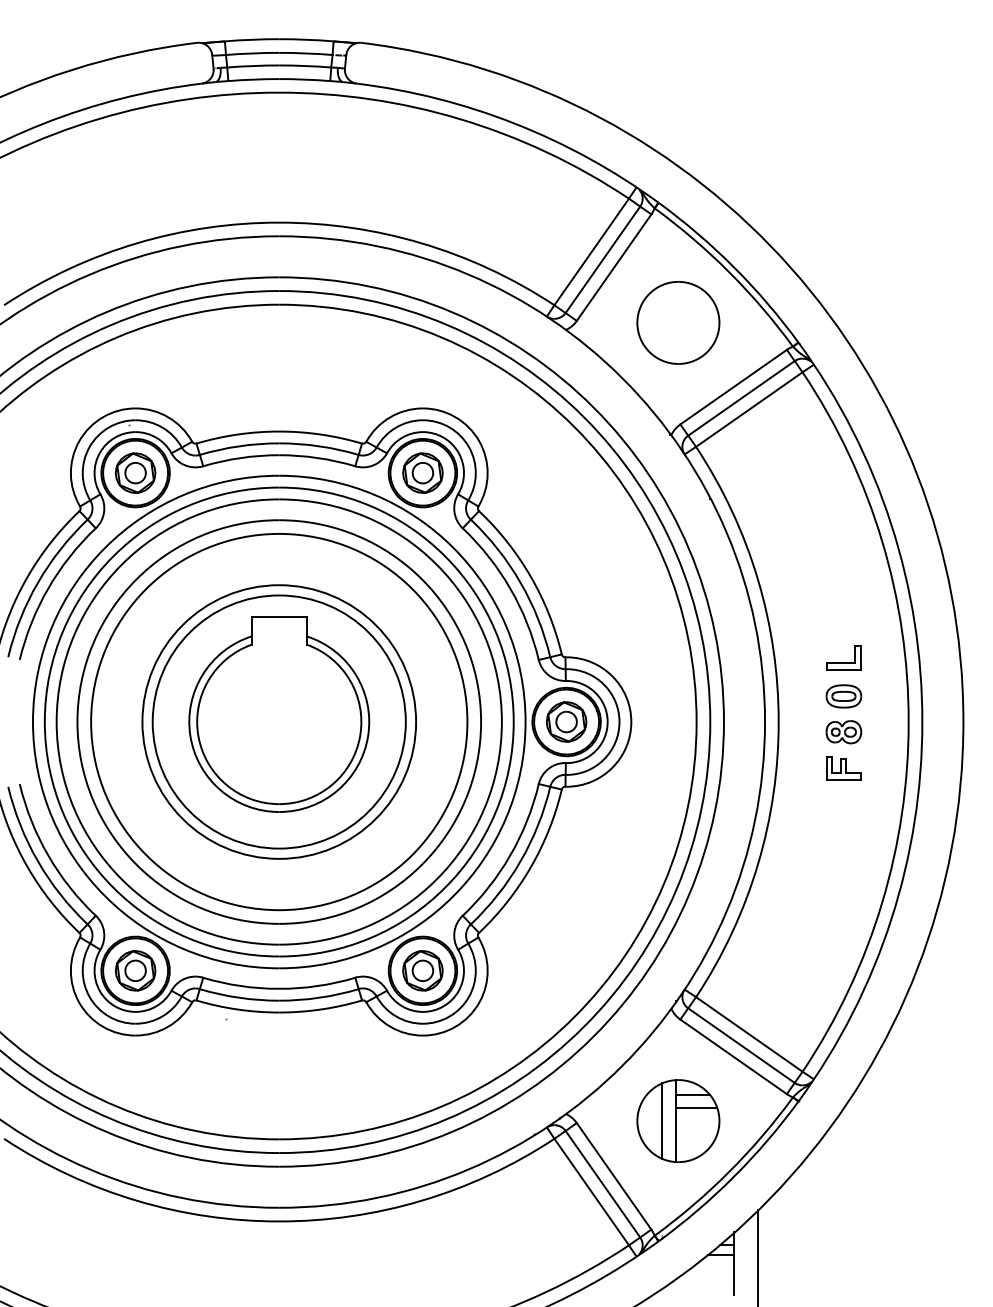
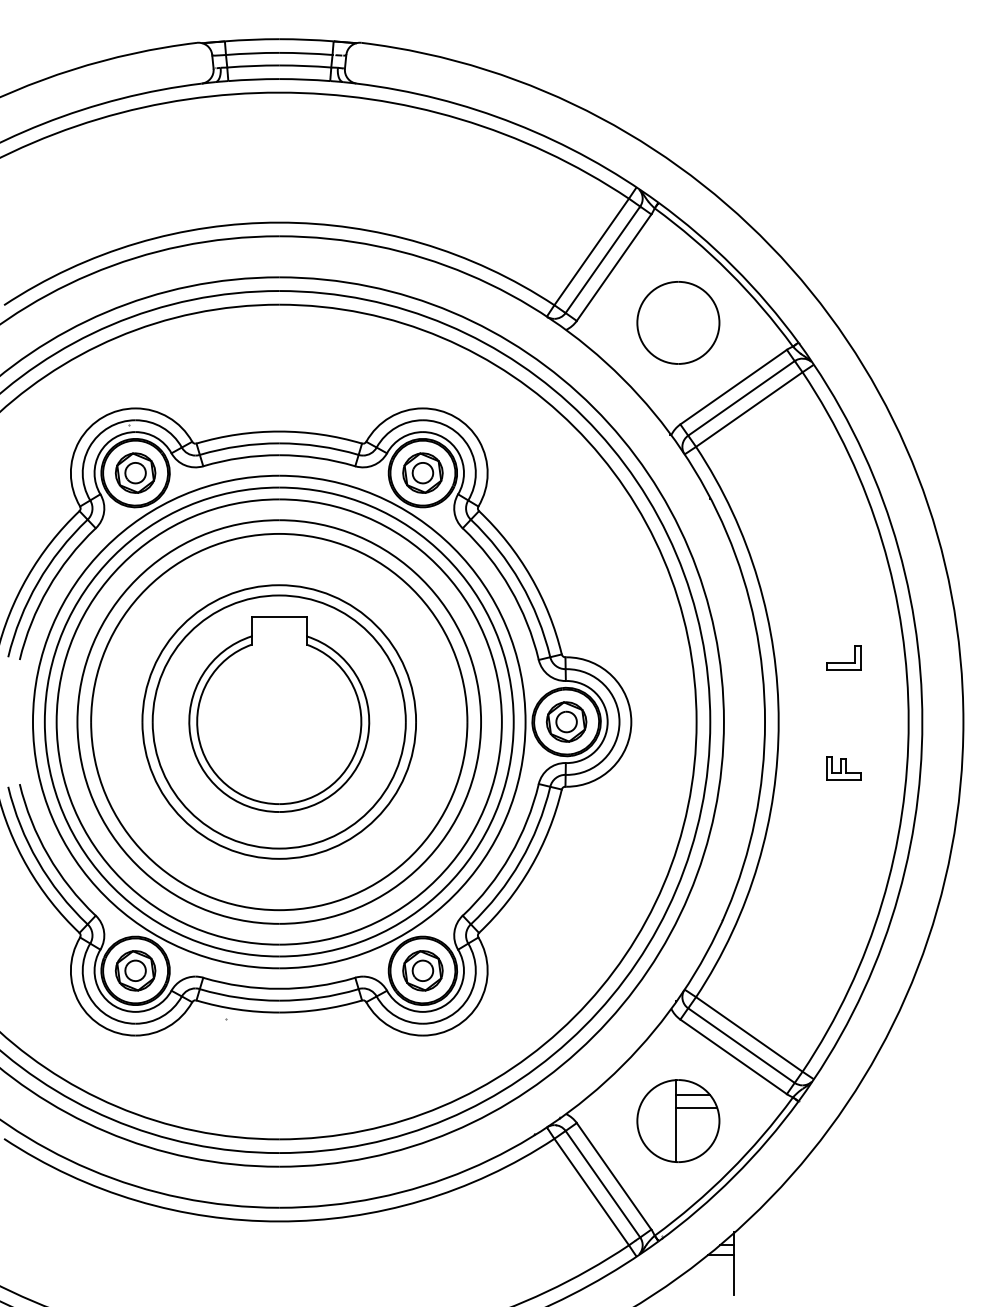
part at (843, 696): present -> none
part at (843, 732): present -> none
line at (662, 1120): present -> none
line at (758, 1256): present -> none
